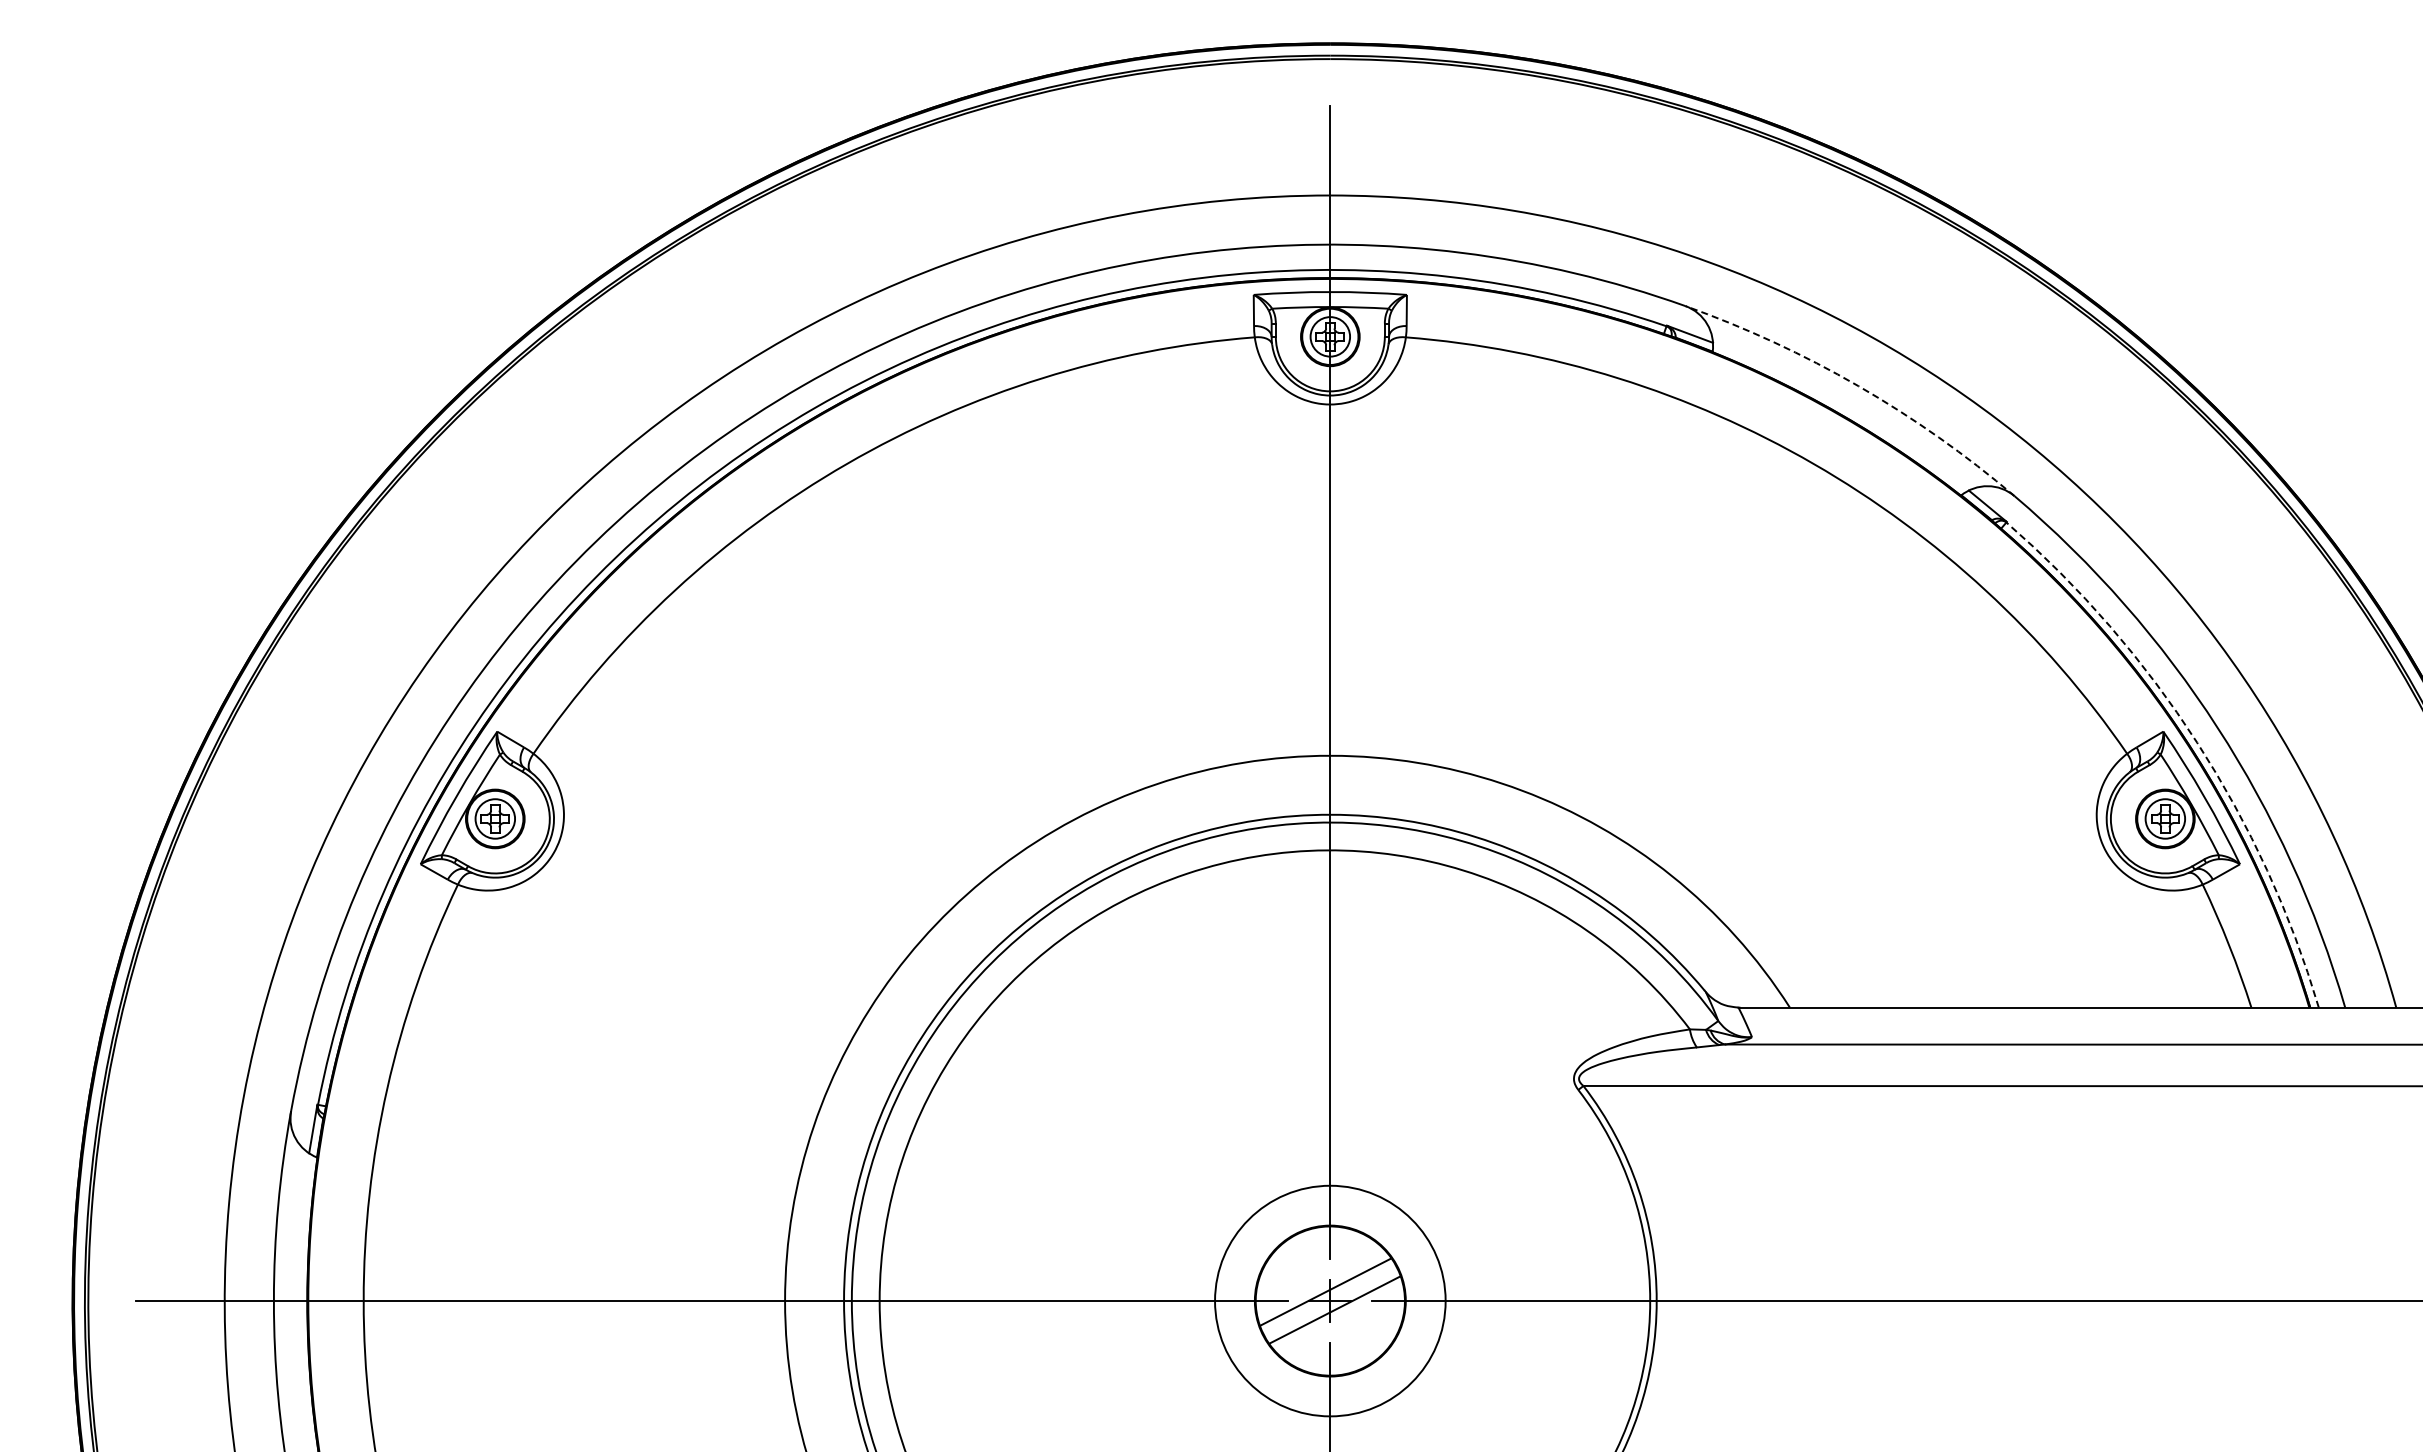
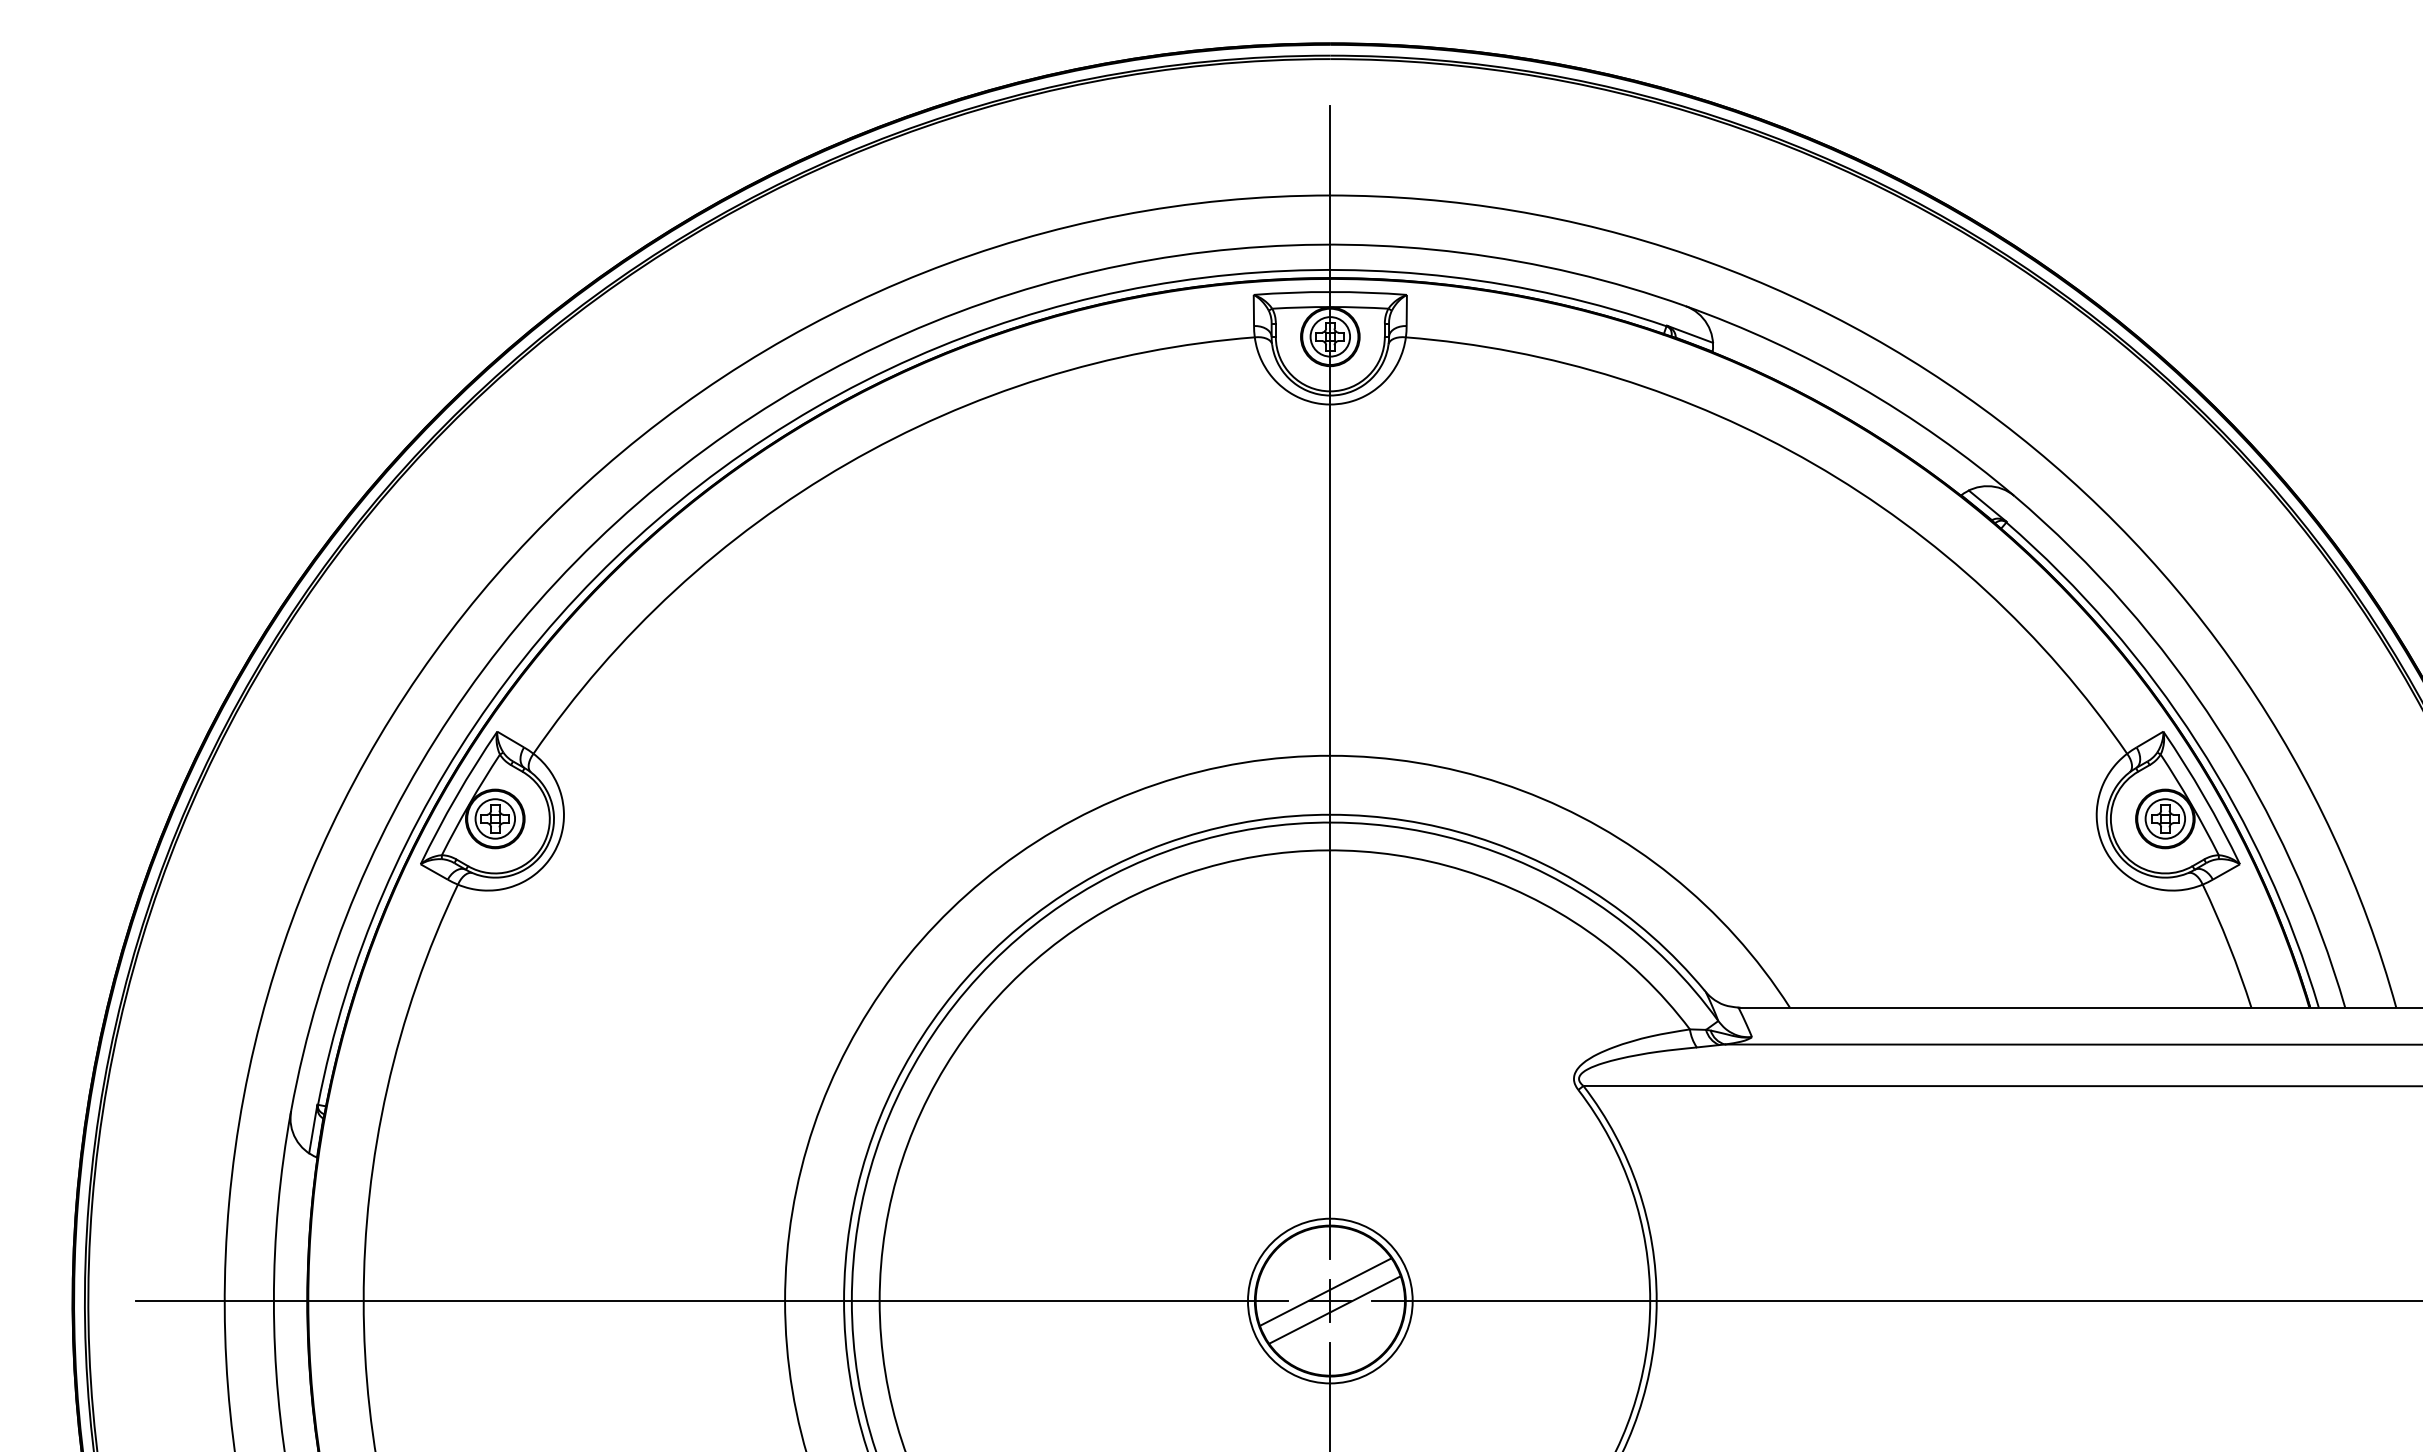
arc at (1858, 386): dashed -> solid
arc at (2197, 742): dashed -> solid
circle at (1330, 1300) diameter: 231 px -> 165 px
